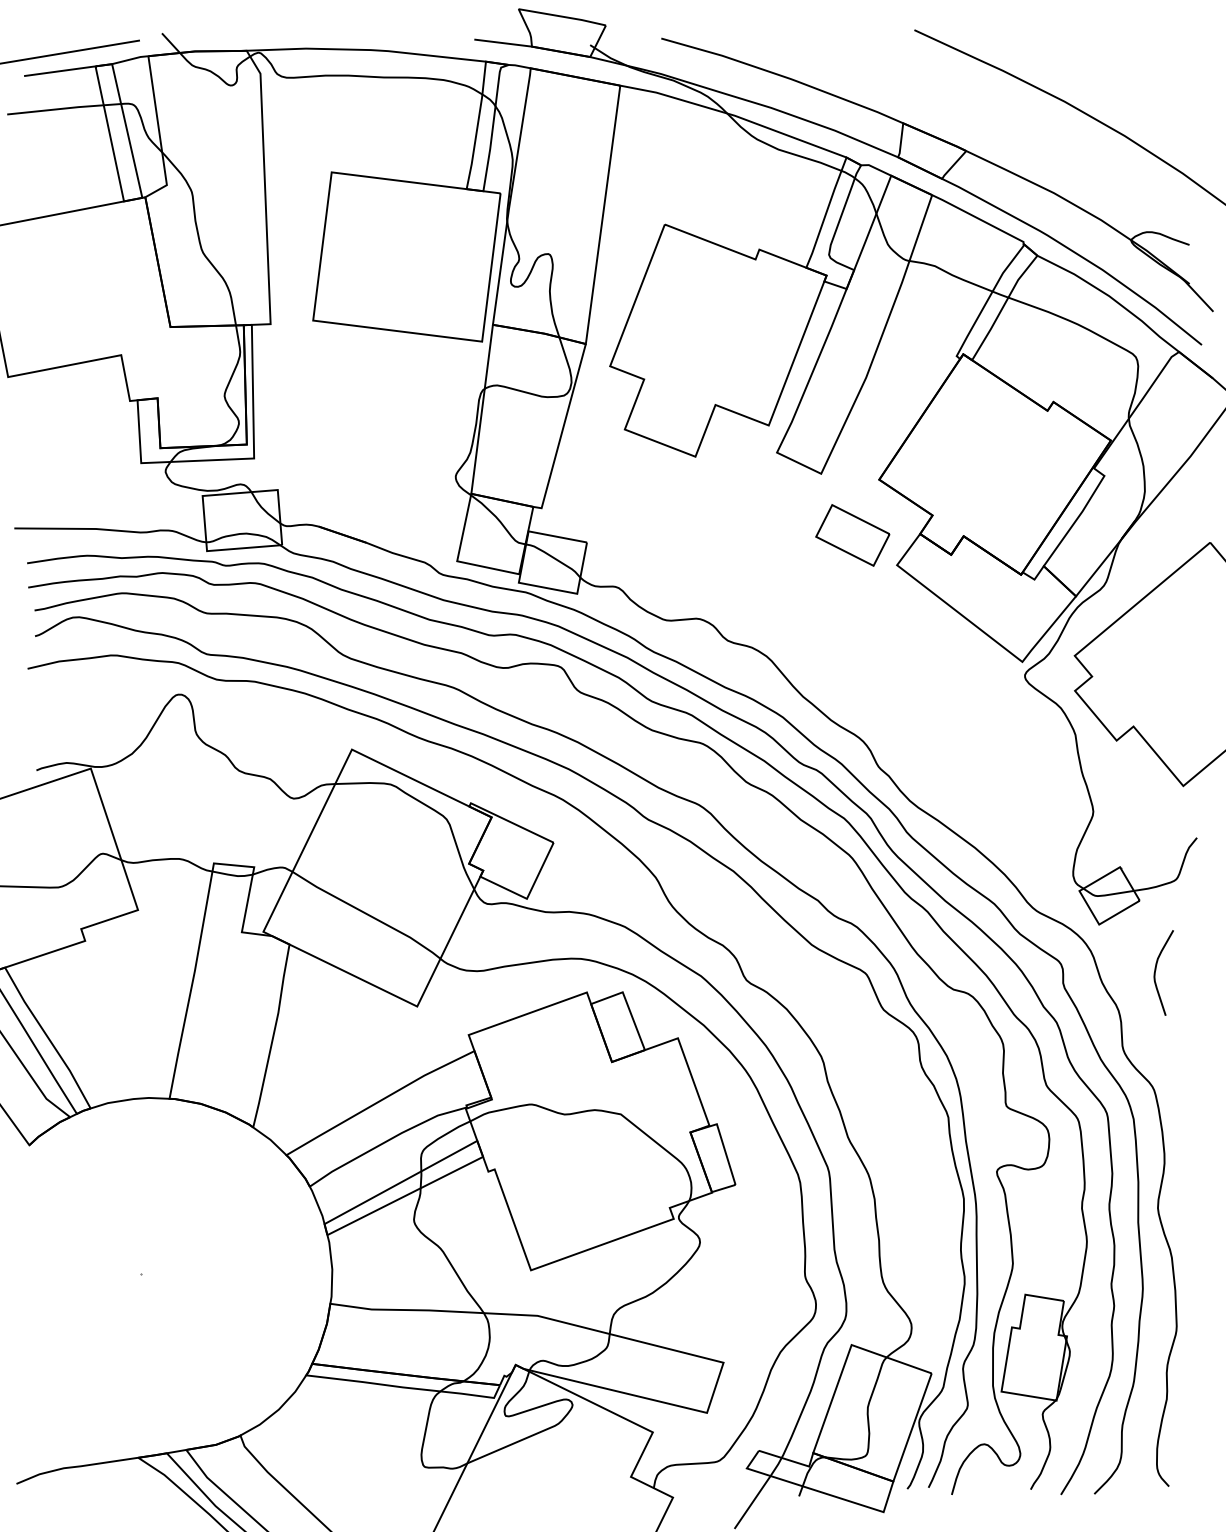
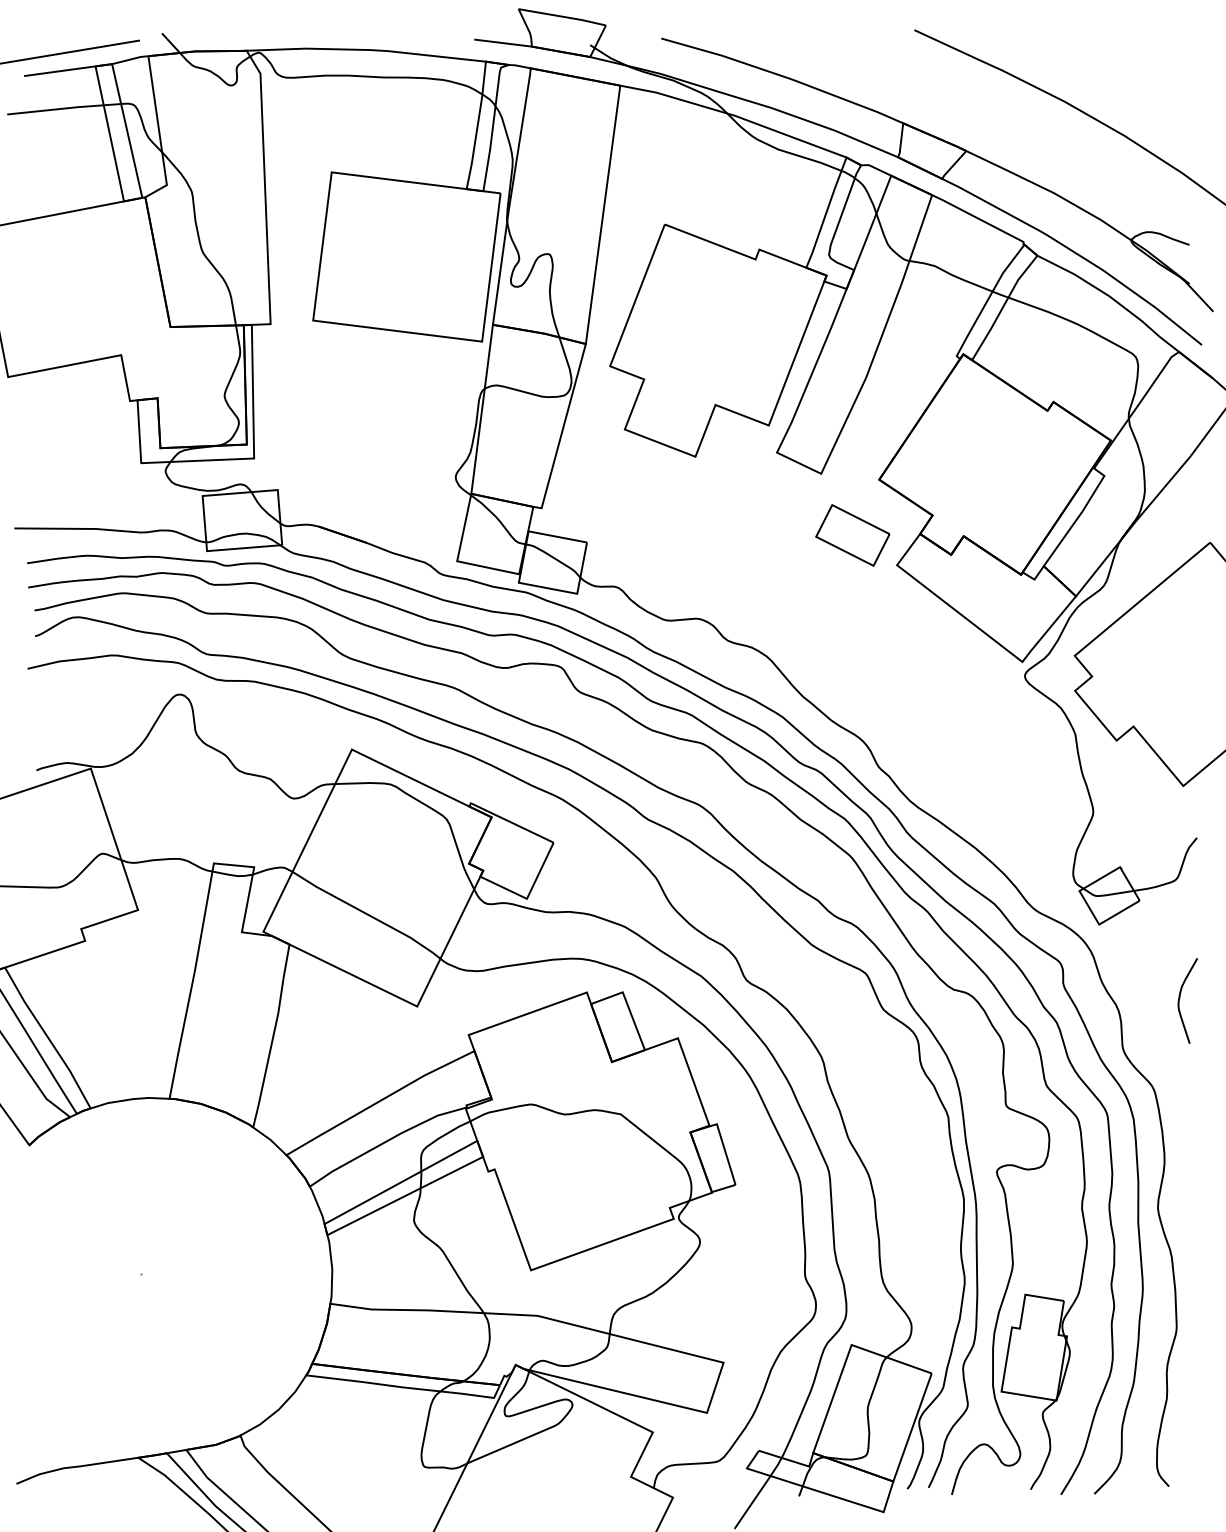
curve at (1156, 970) position: (1156, 970) -> (1180, 998)
